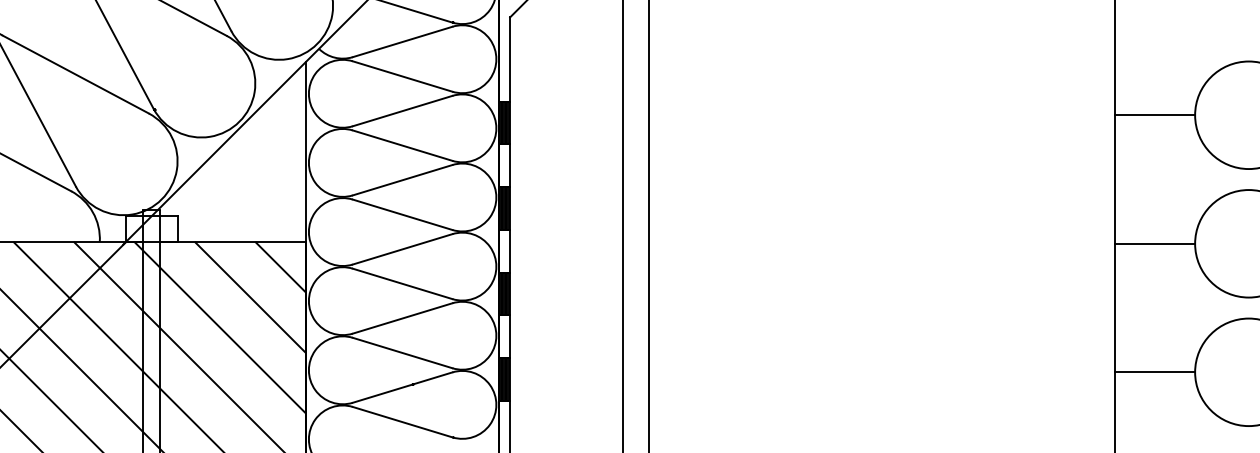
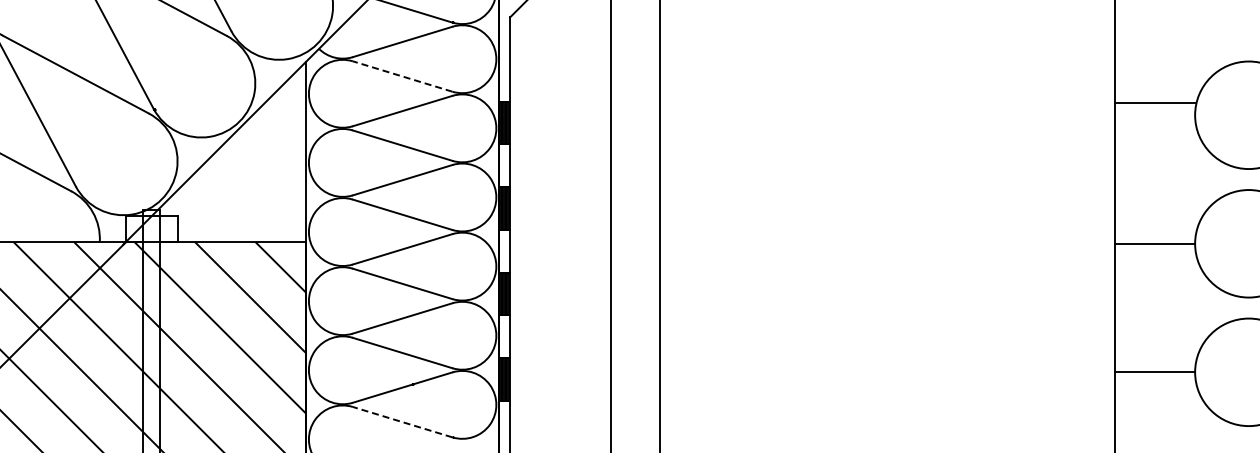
line at (402, 76): solid -> dashed
line at (1154, 115) position: (1154, 115) -> (1154, 103)
line at (623, 225) position: (623, 225) -> (611, 225)
line at (648, 225) position: (648, 225) -> (659, 225)
line at (402, 422): solid -> dashed
